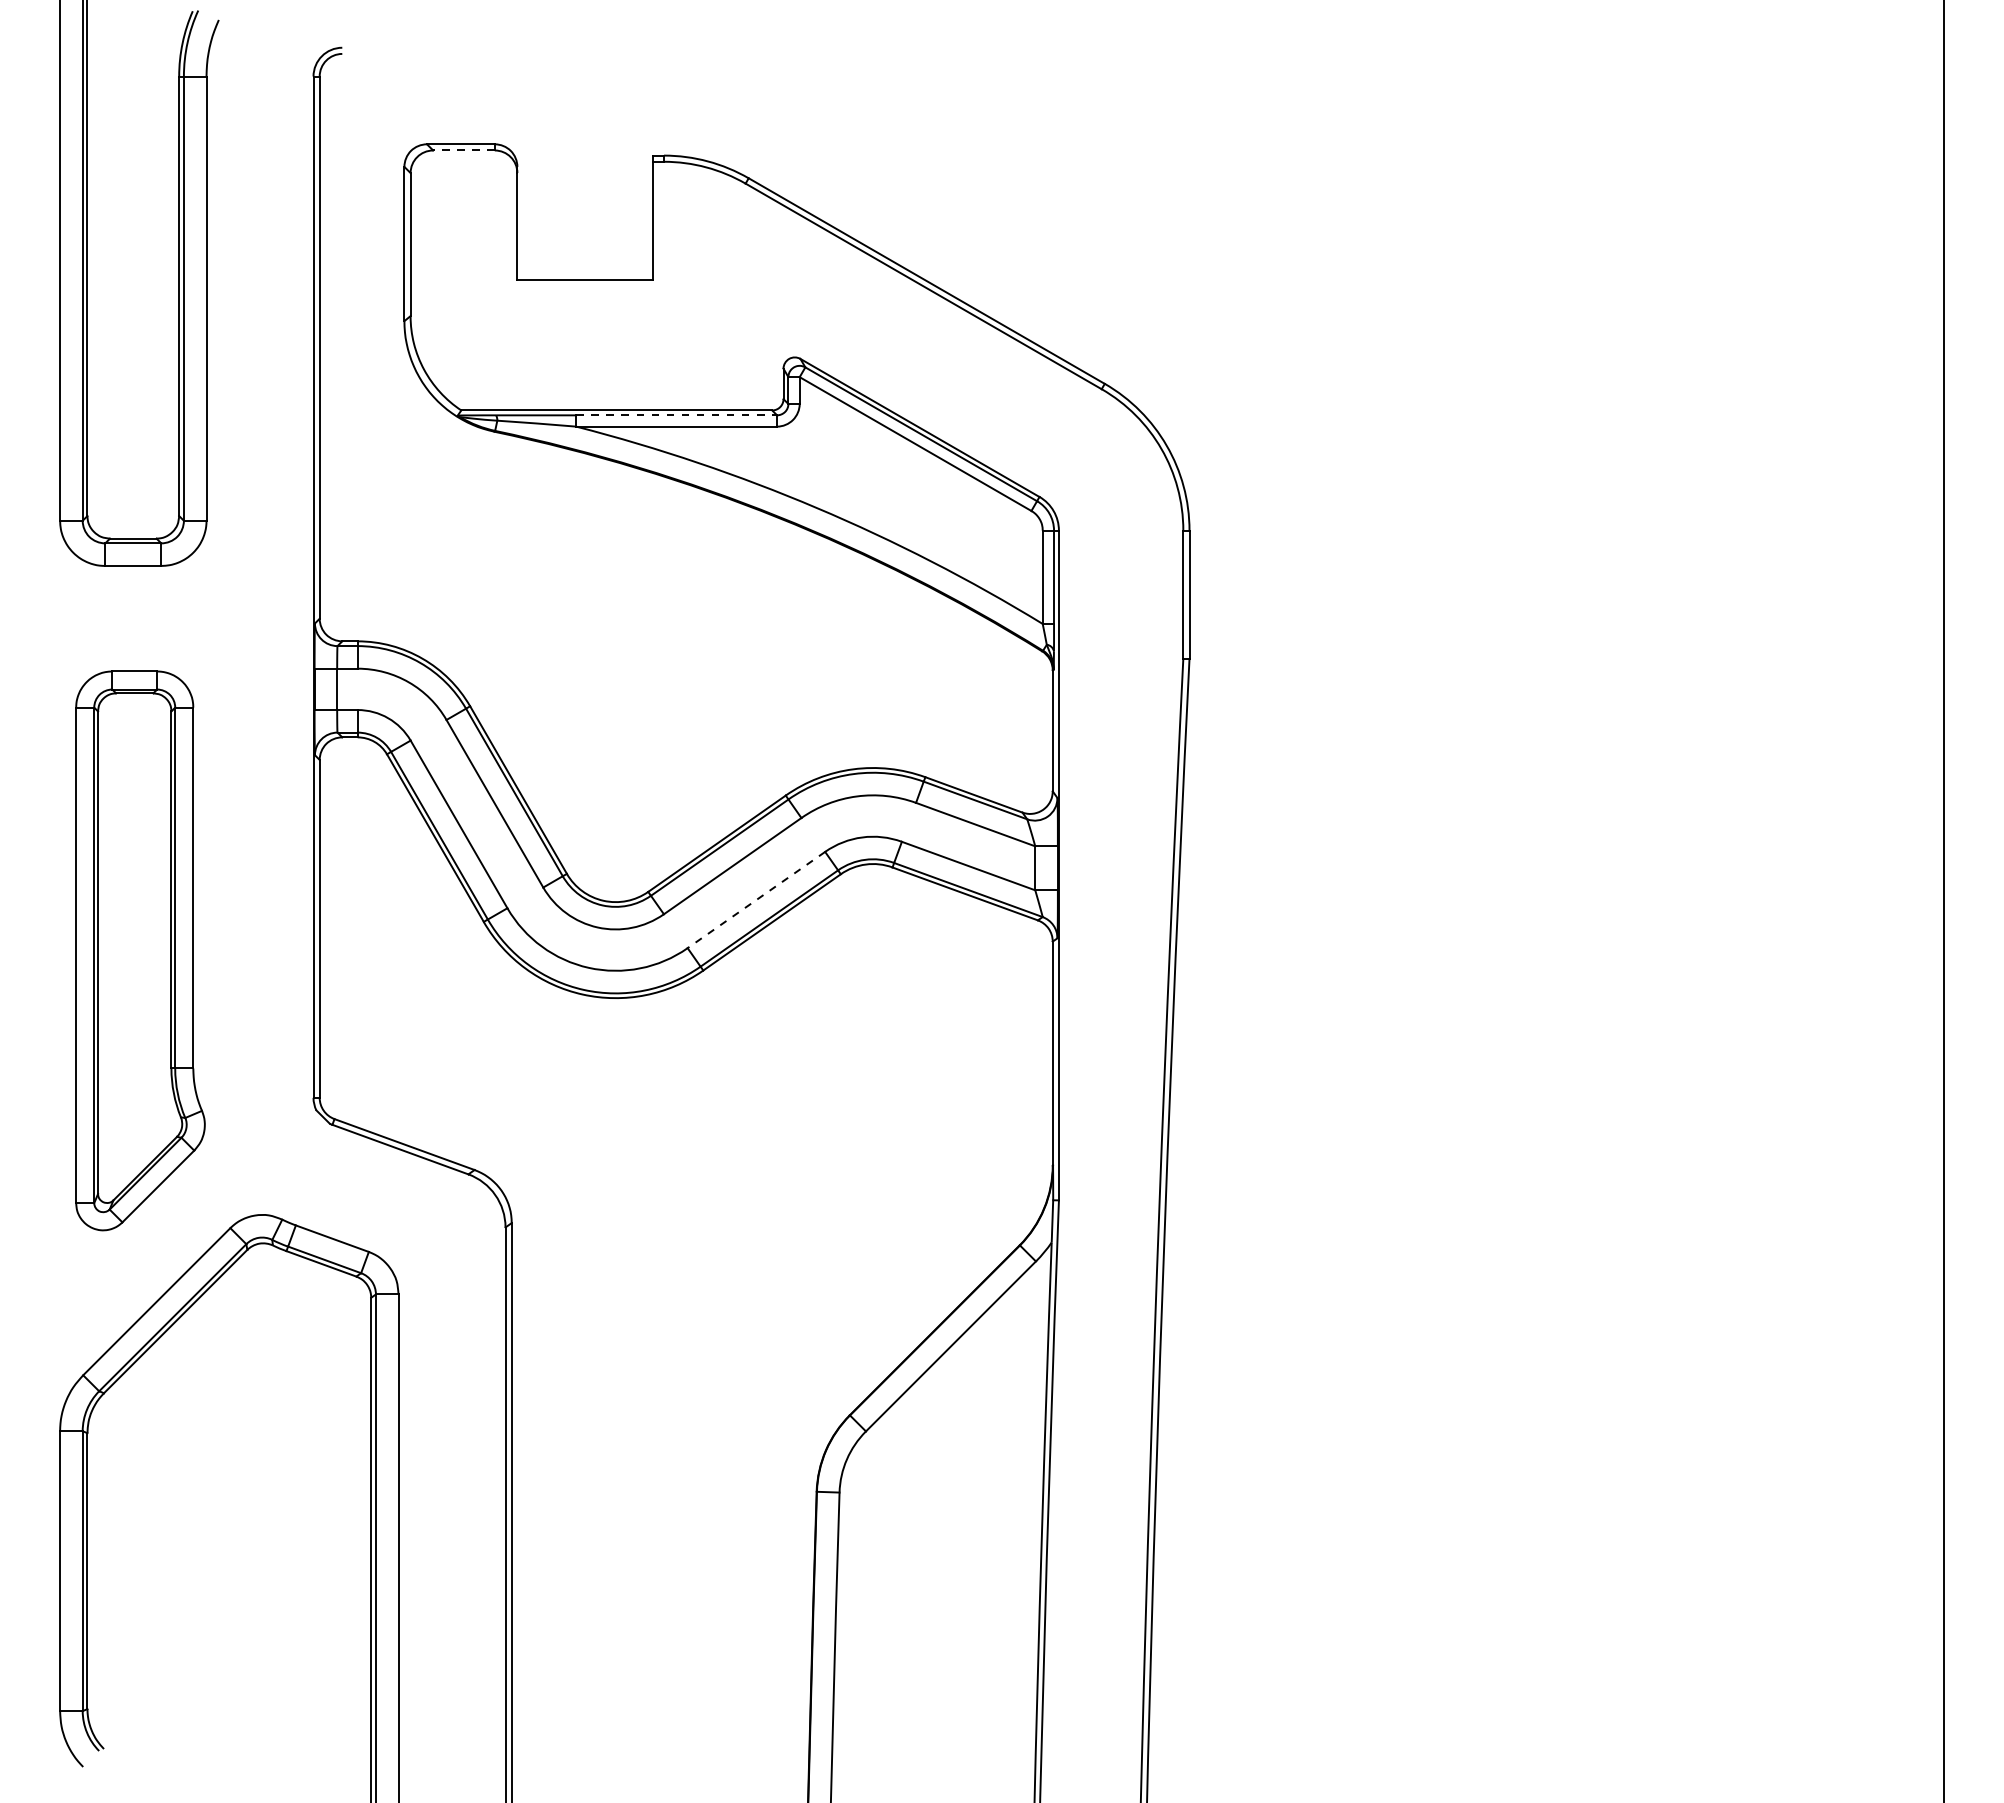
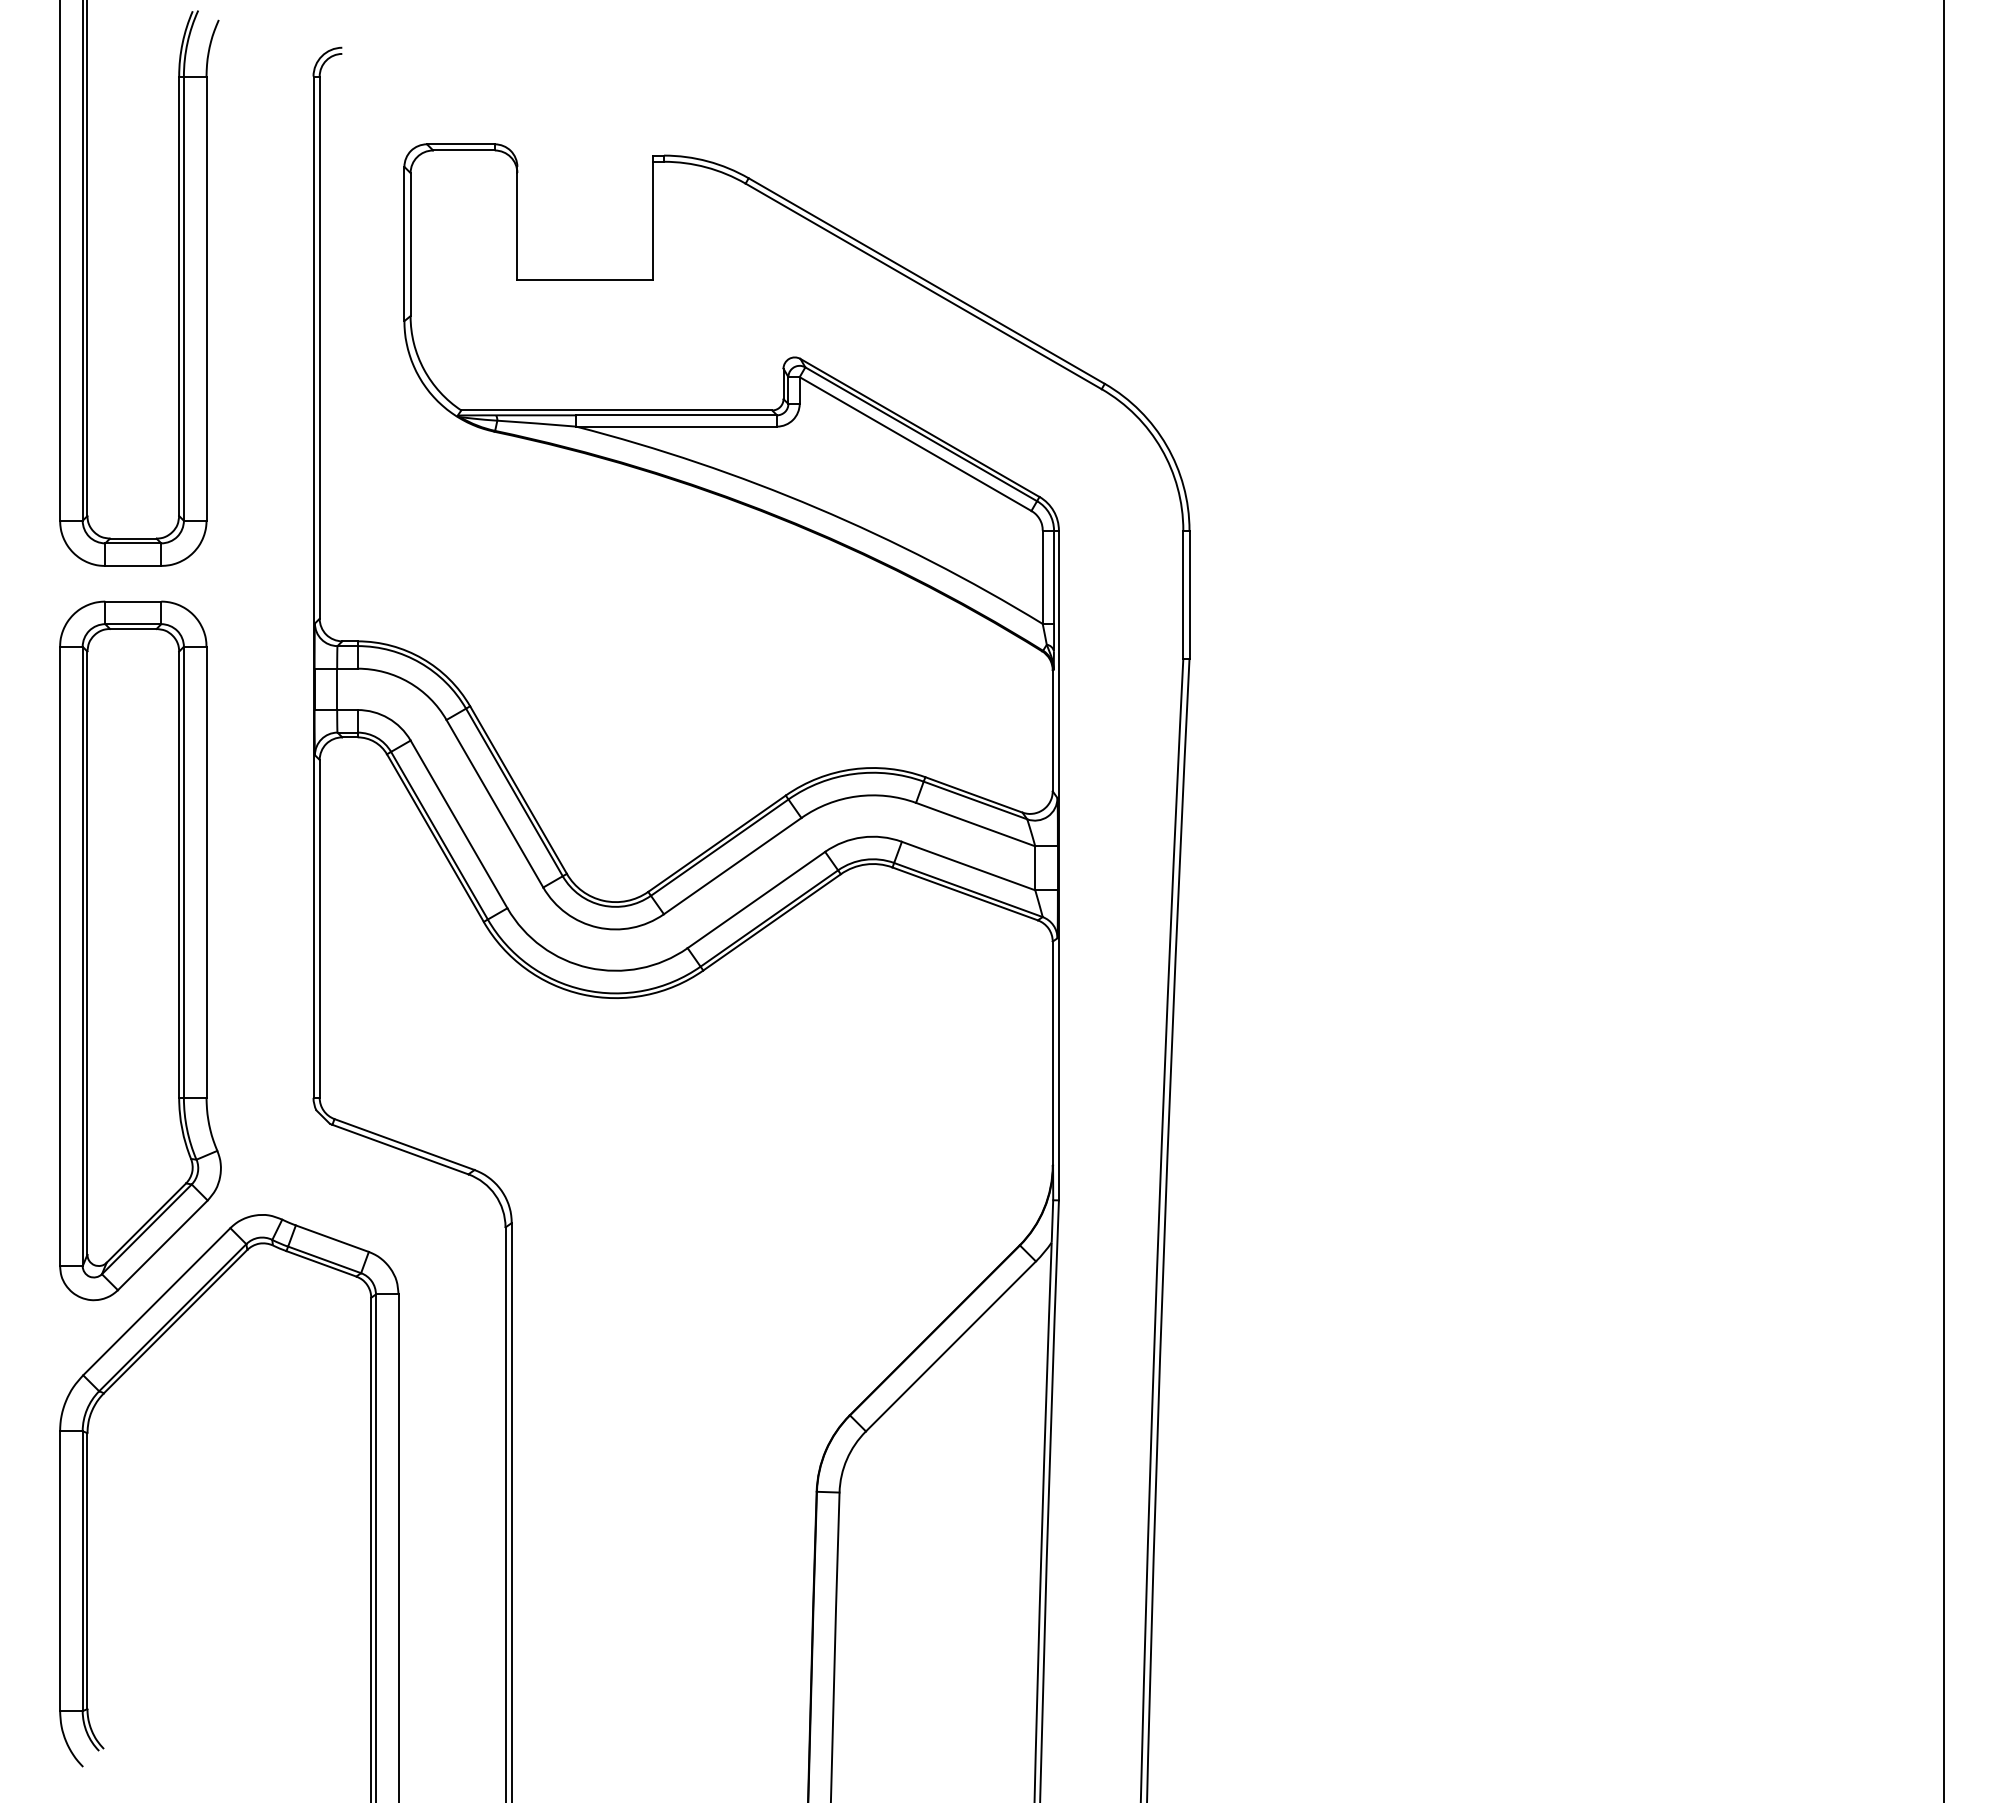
line at (463, 150): dashed -> solid
line at (677, 415): dashed -> solid
line at (756, 900): dashed -> solid
part at (140, 950) size: 131x562 px -> 163x702 px
